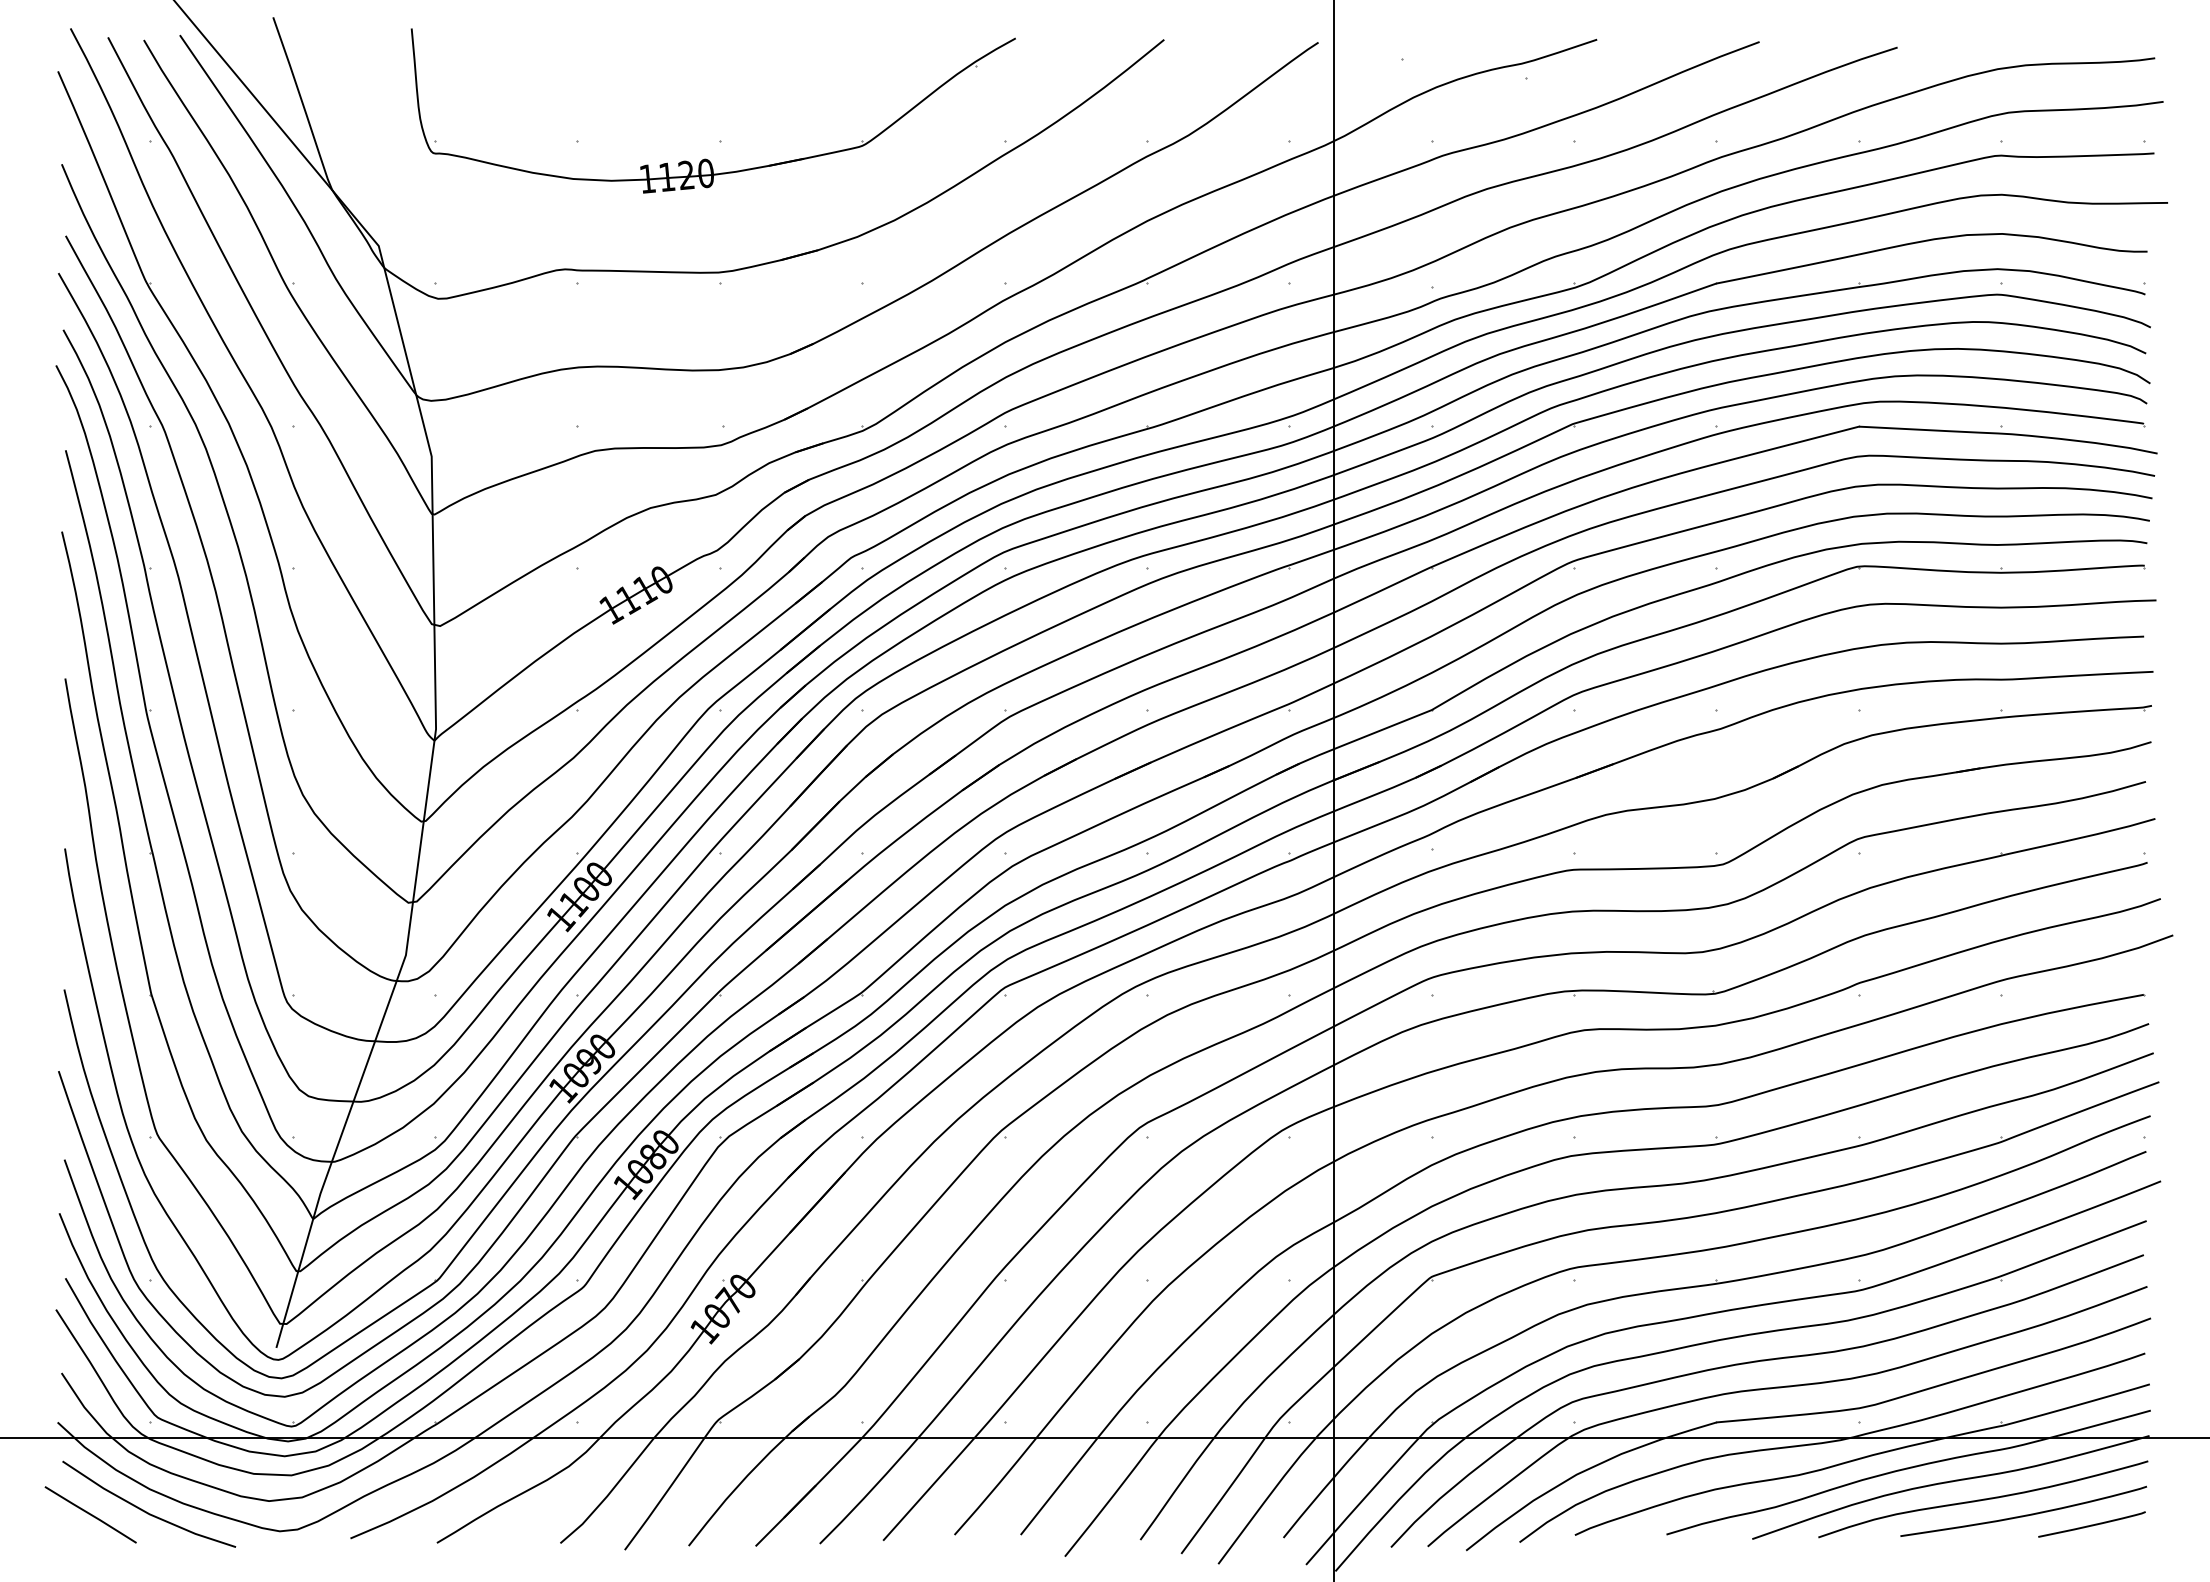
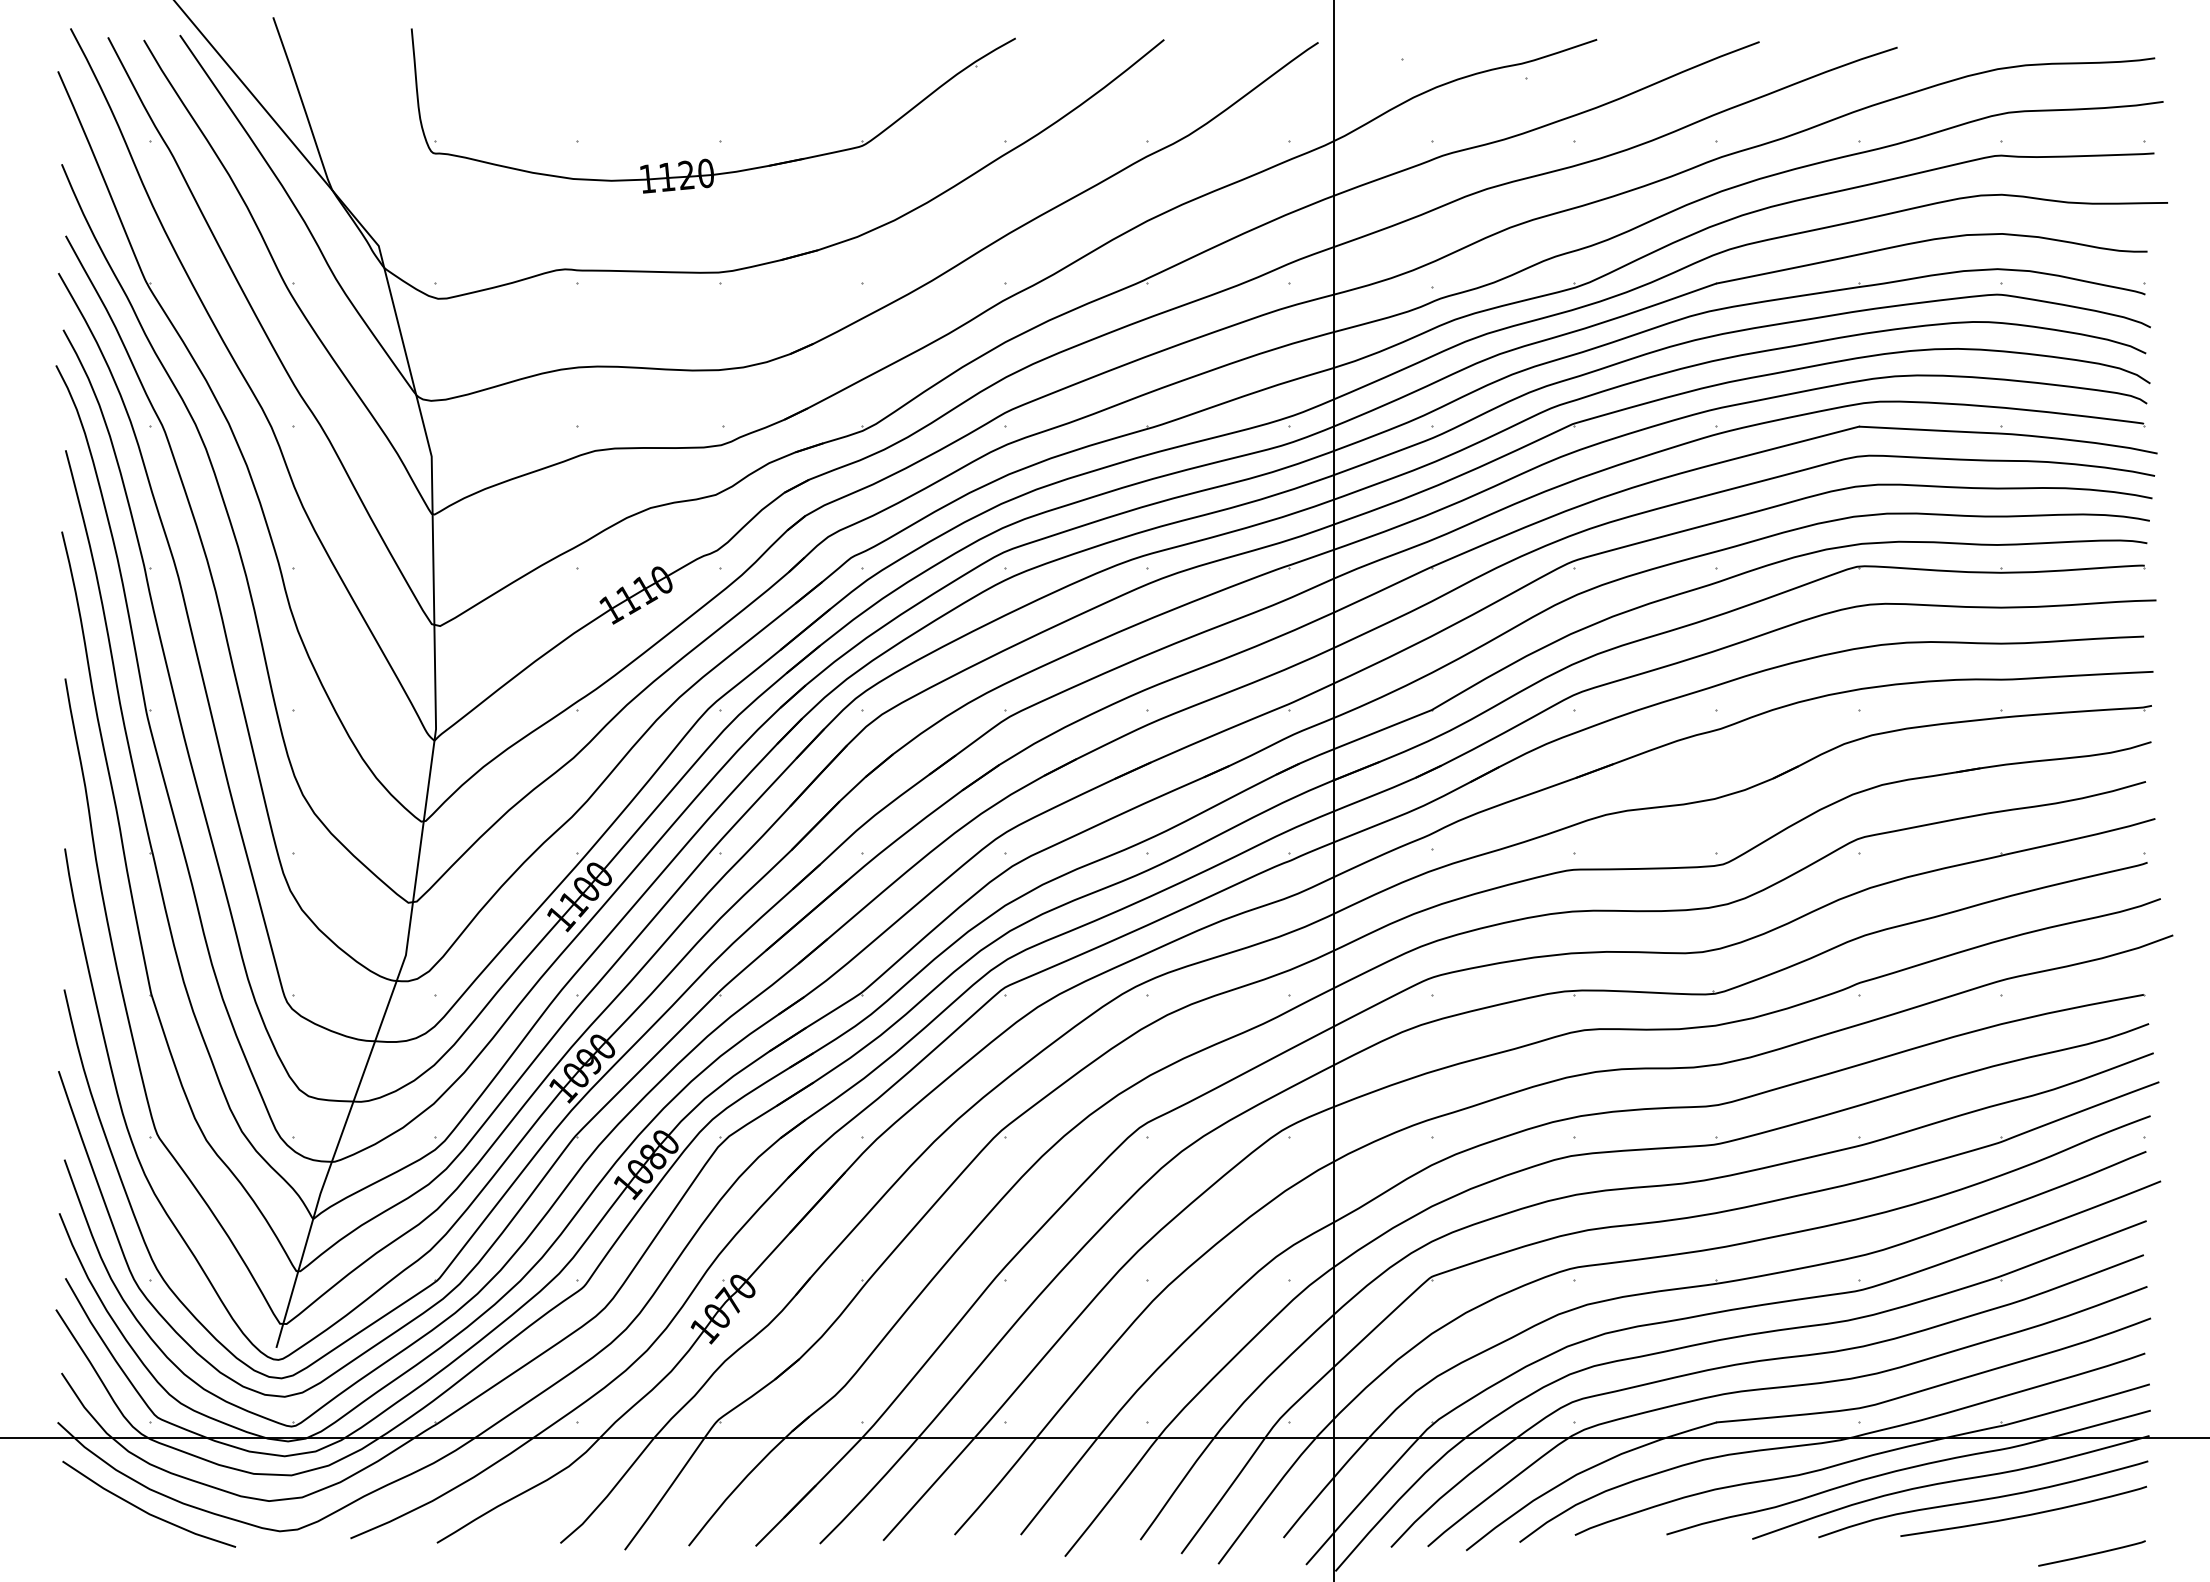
line at (90, 1514): present -> none
curve at (2091, 1524) position: (2091, 1524) -> (2091, 1553)
